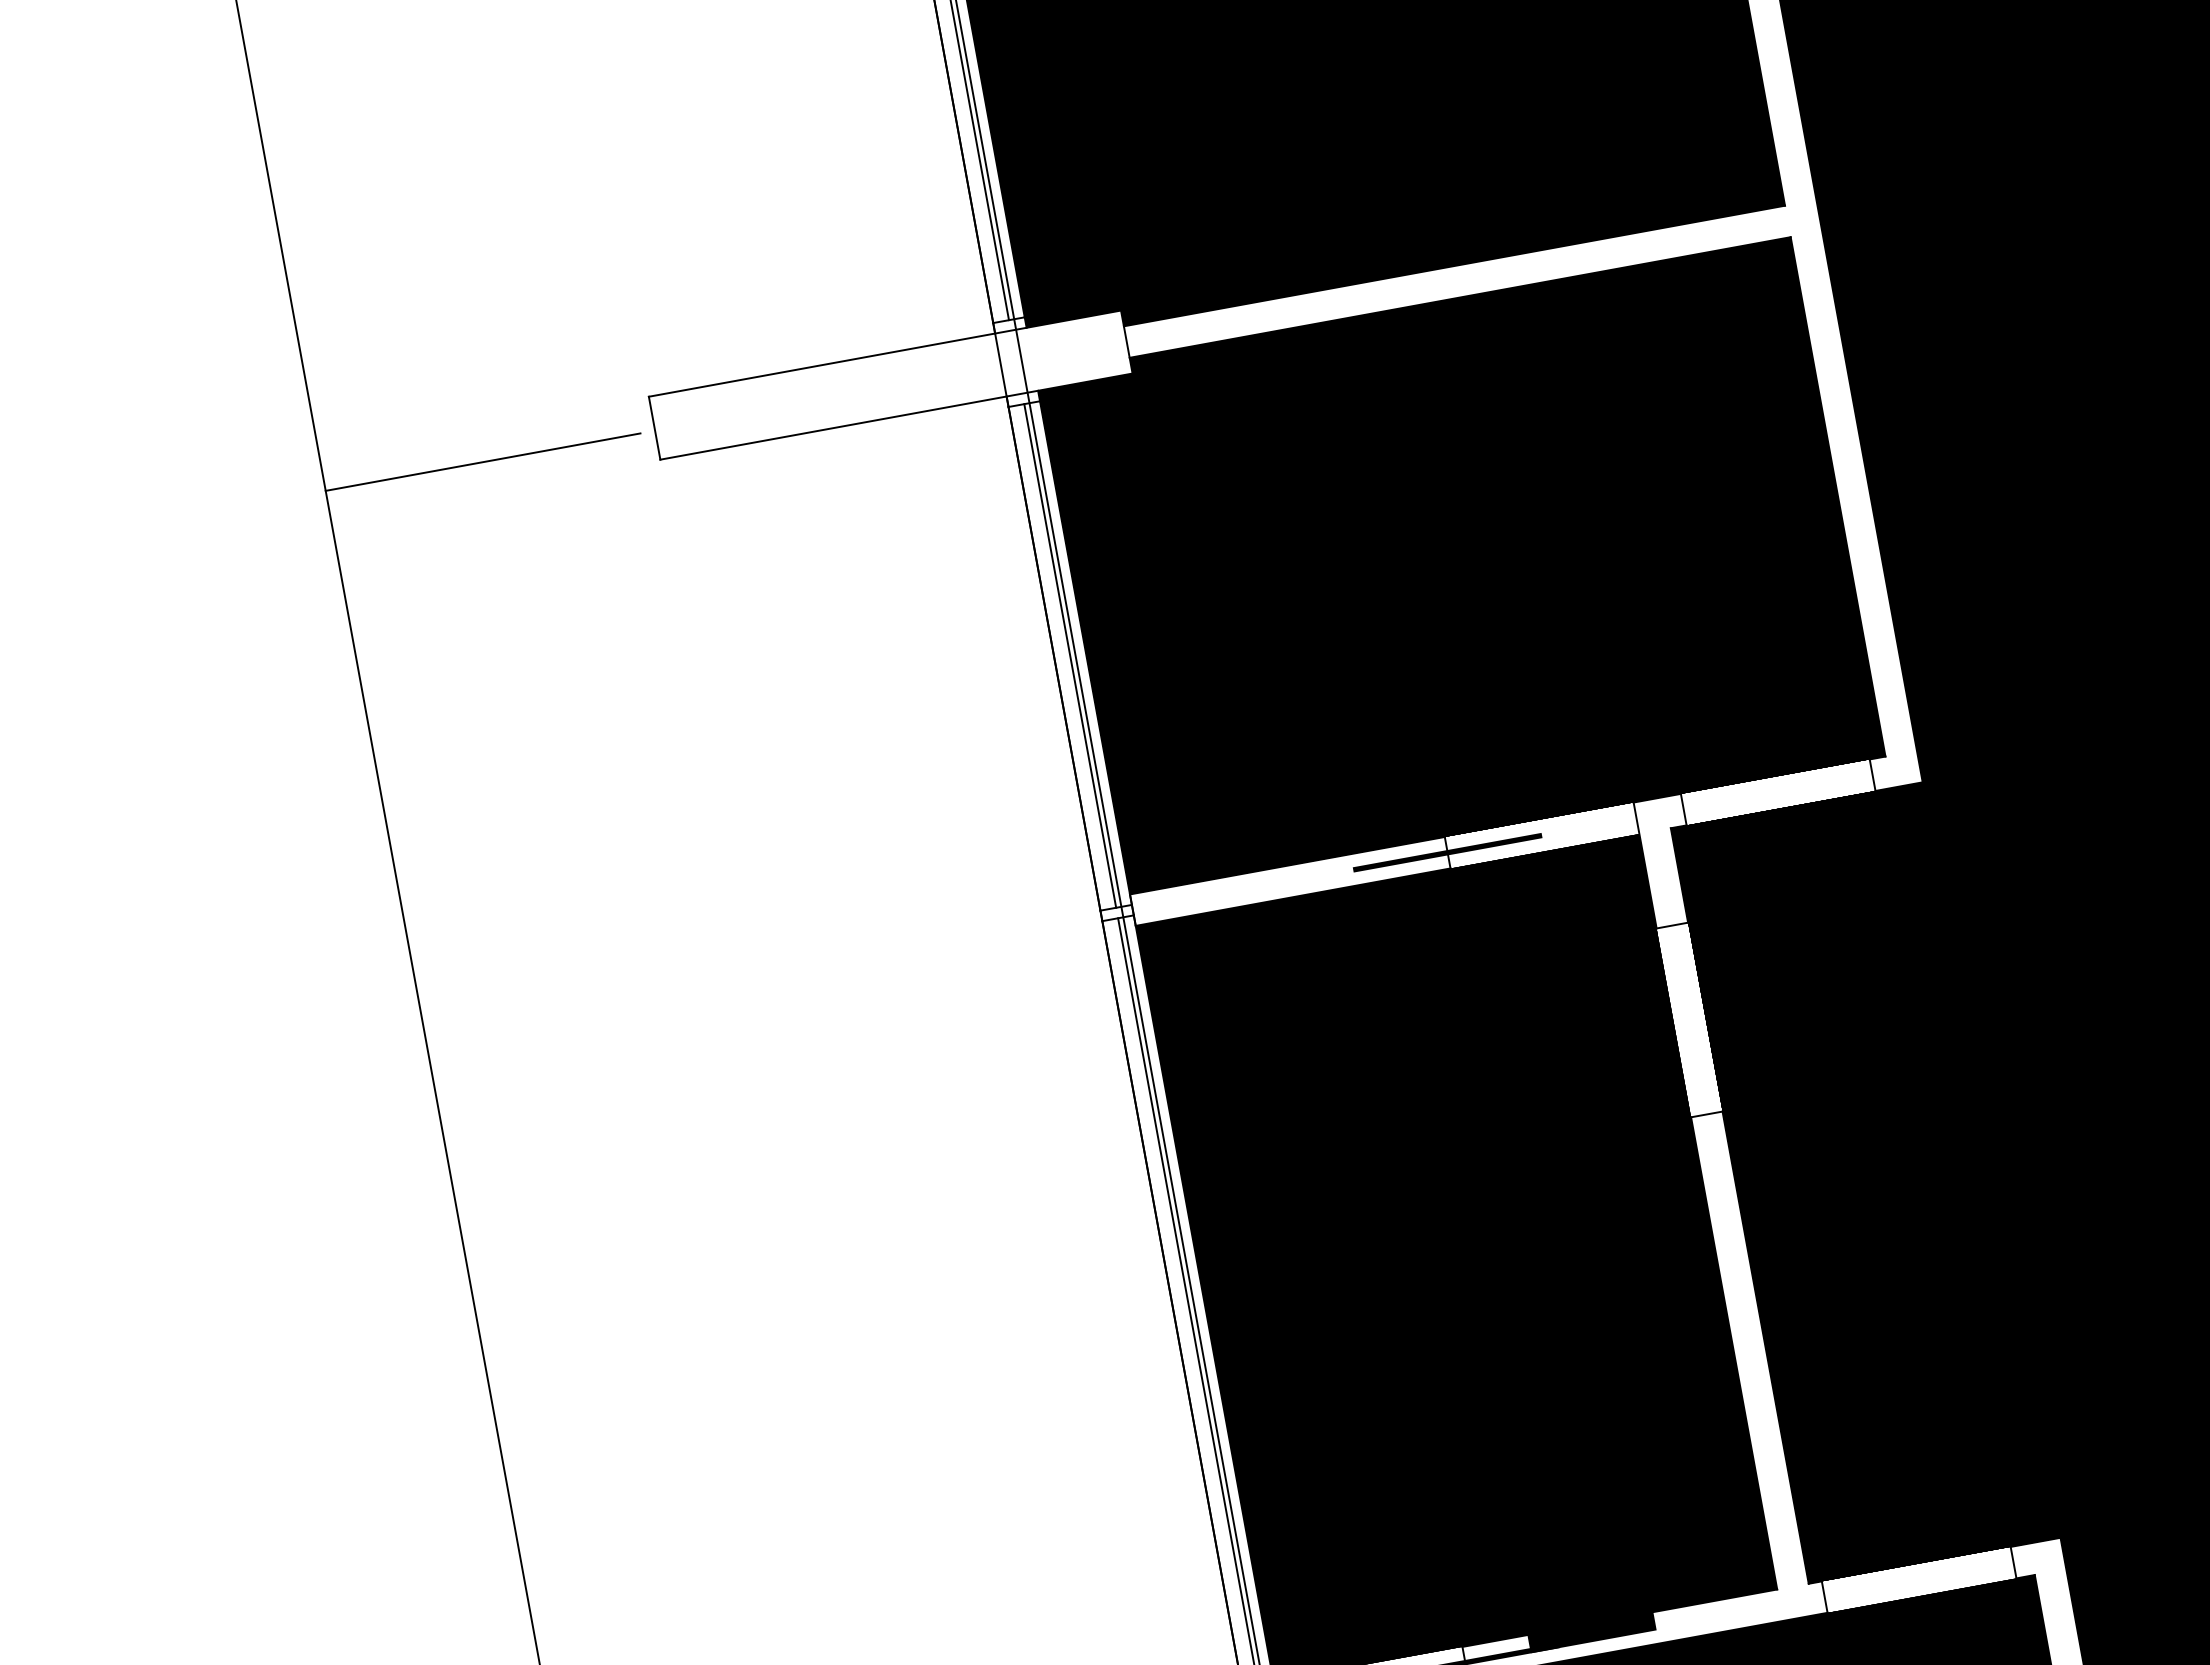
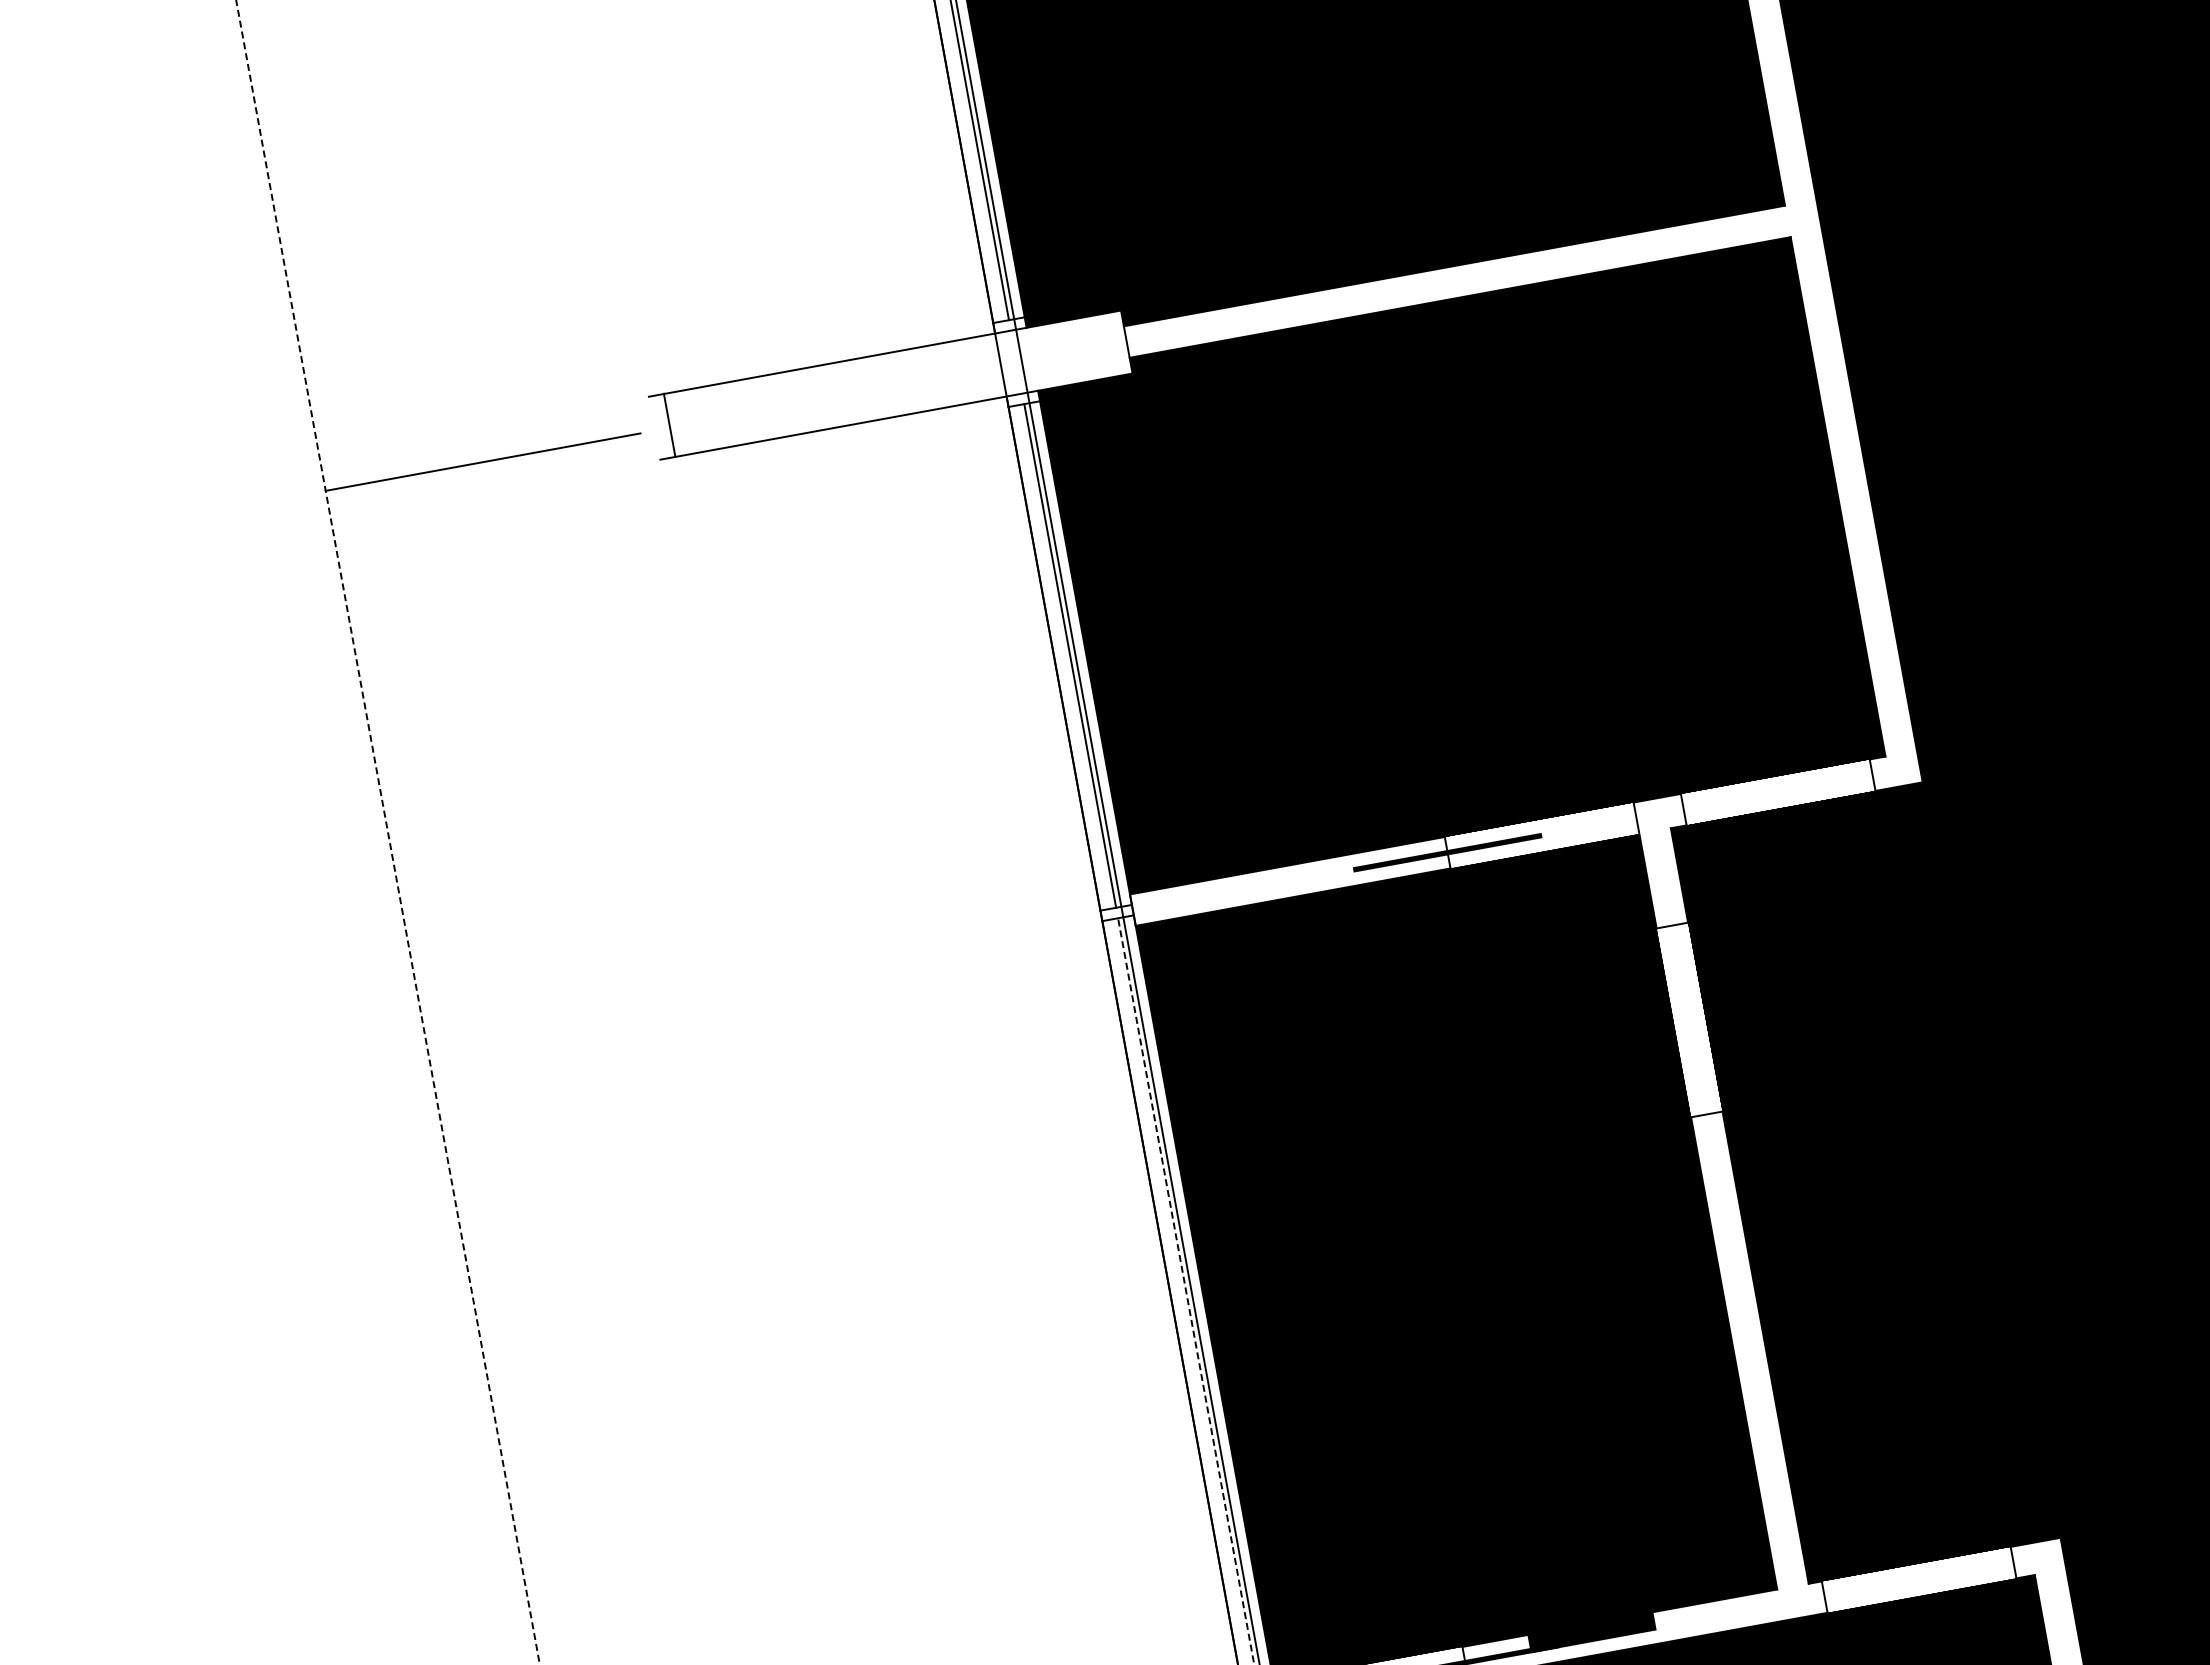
line at (654, 427) position: (654, 427) -> (669, 424)
line at (388, 833): solid -> dashed
line at (1186, 1290): solid -> dashed
